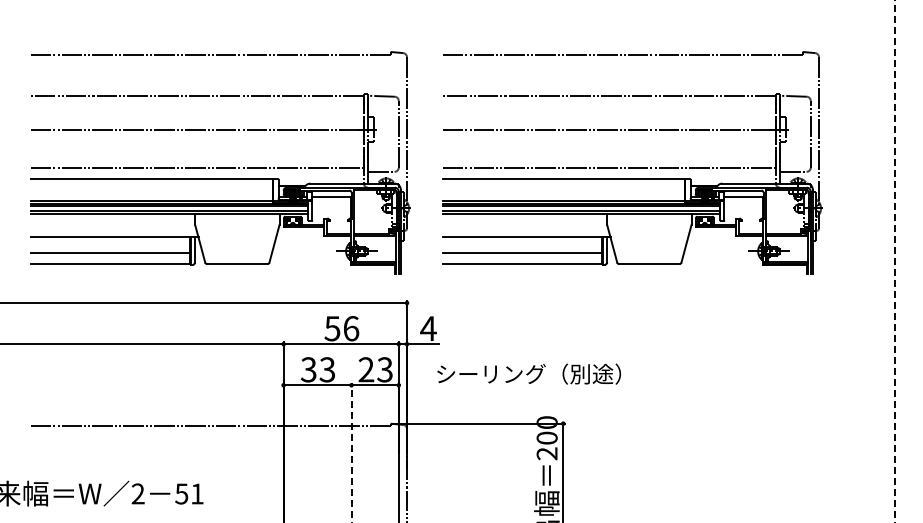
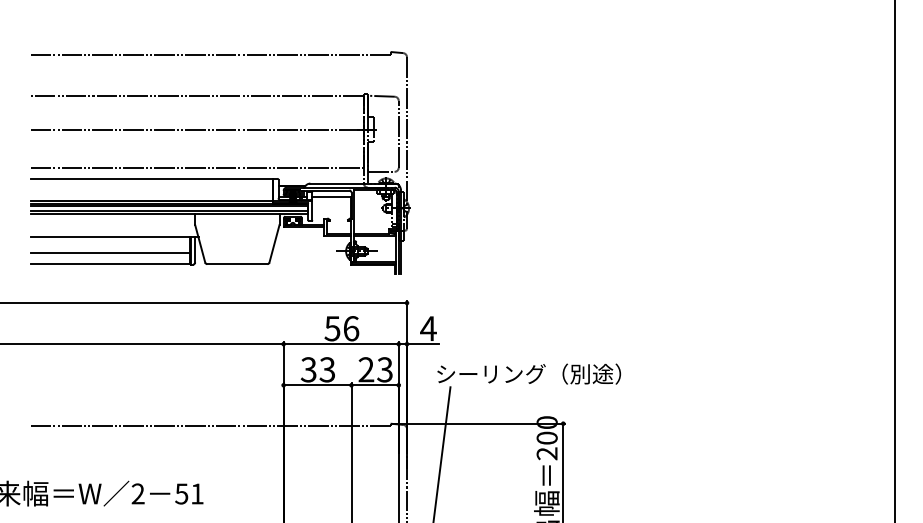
part at (632, 162): present -> none
line at (895, 261): dashed -> solid
line at (351, 452): dashed -> solid
line at (441, 453): none -> present
